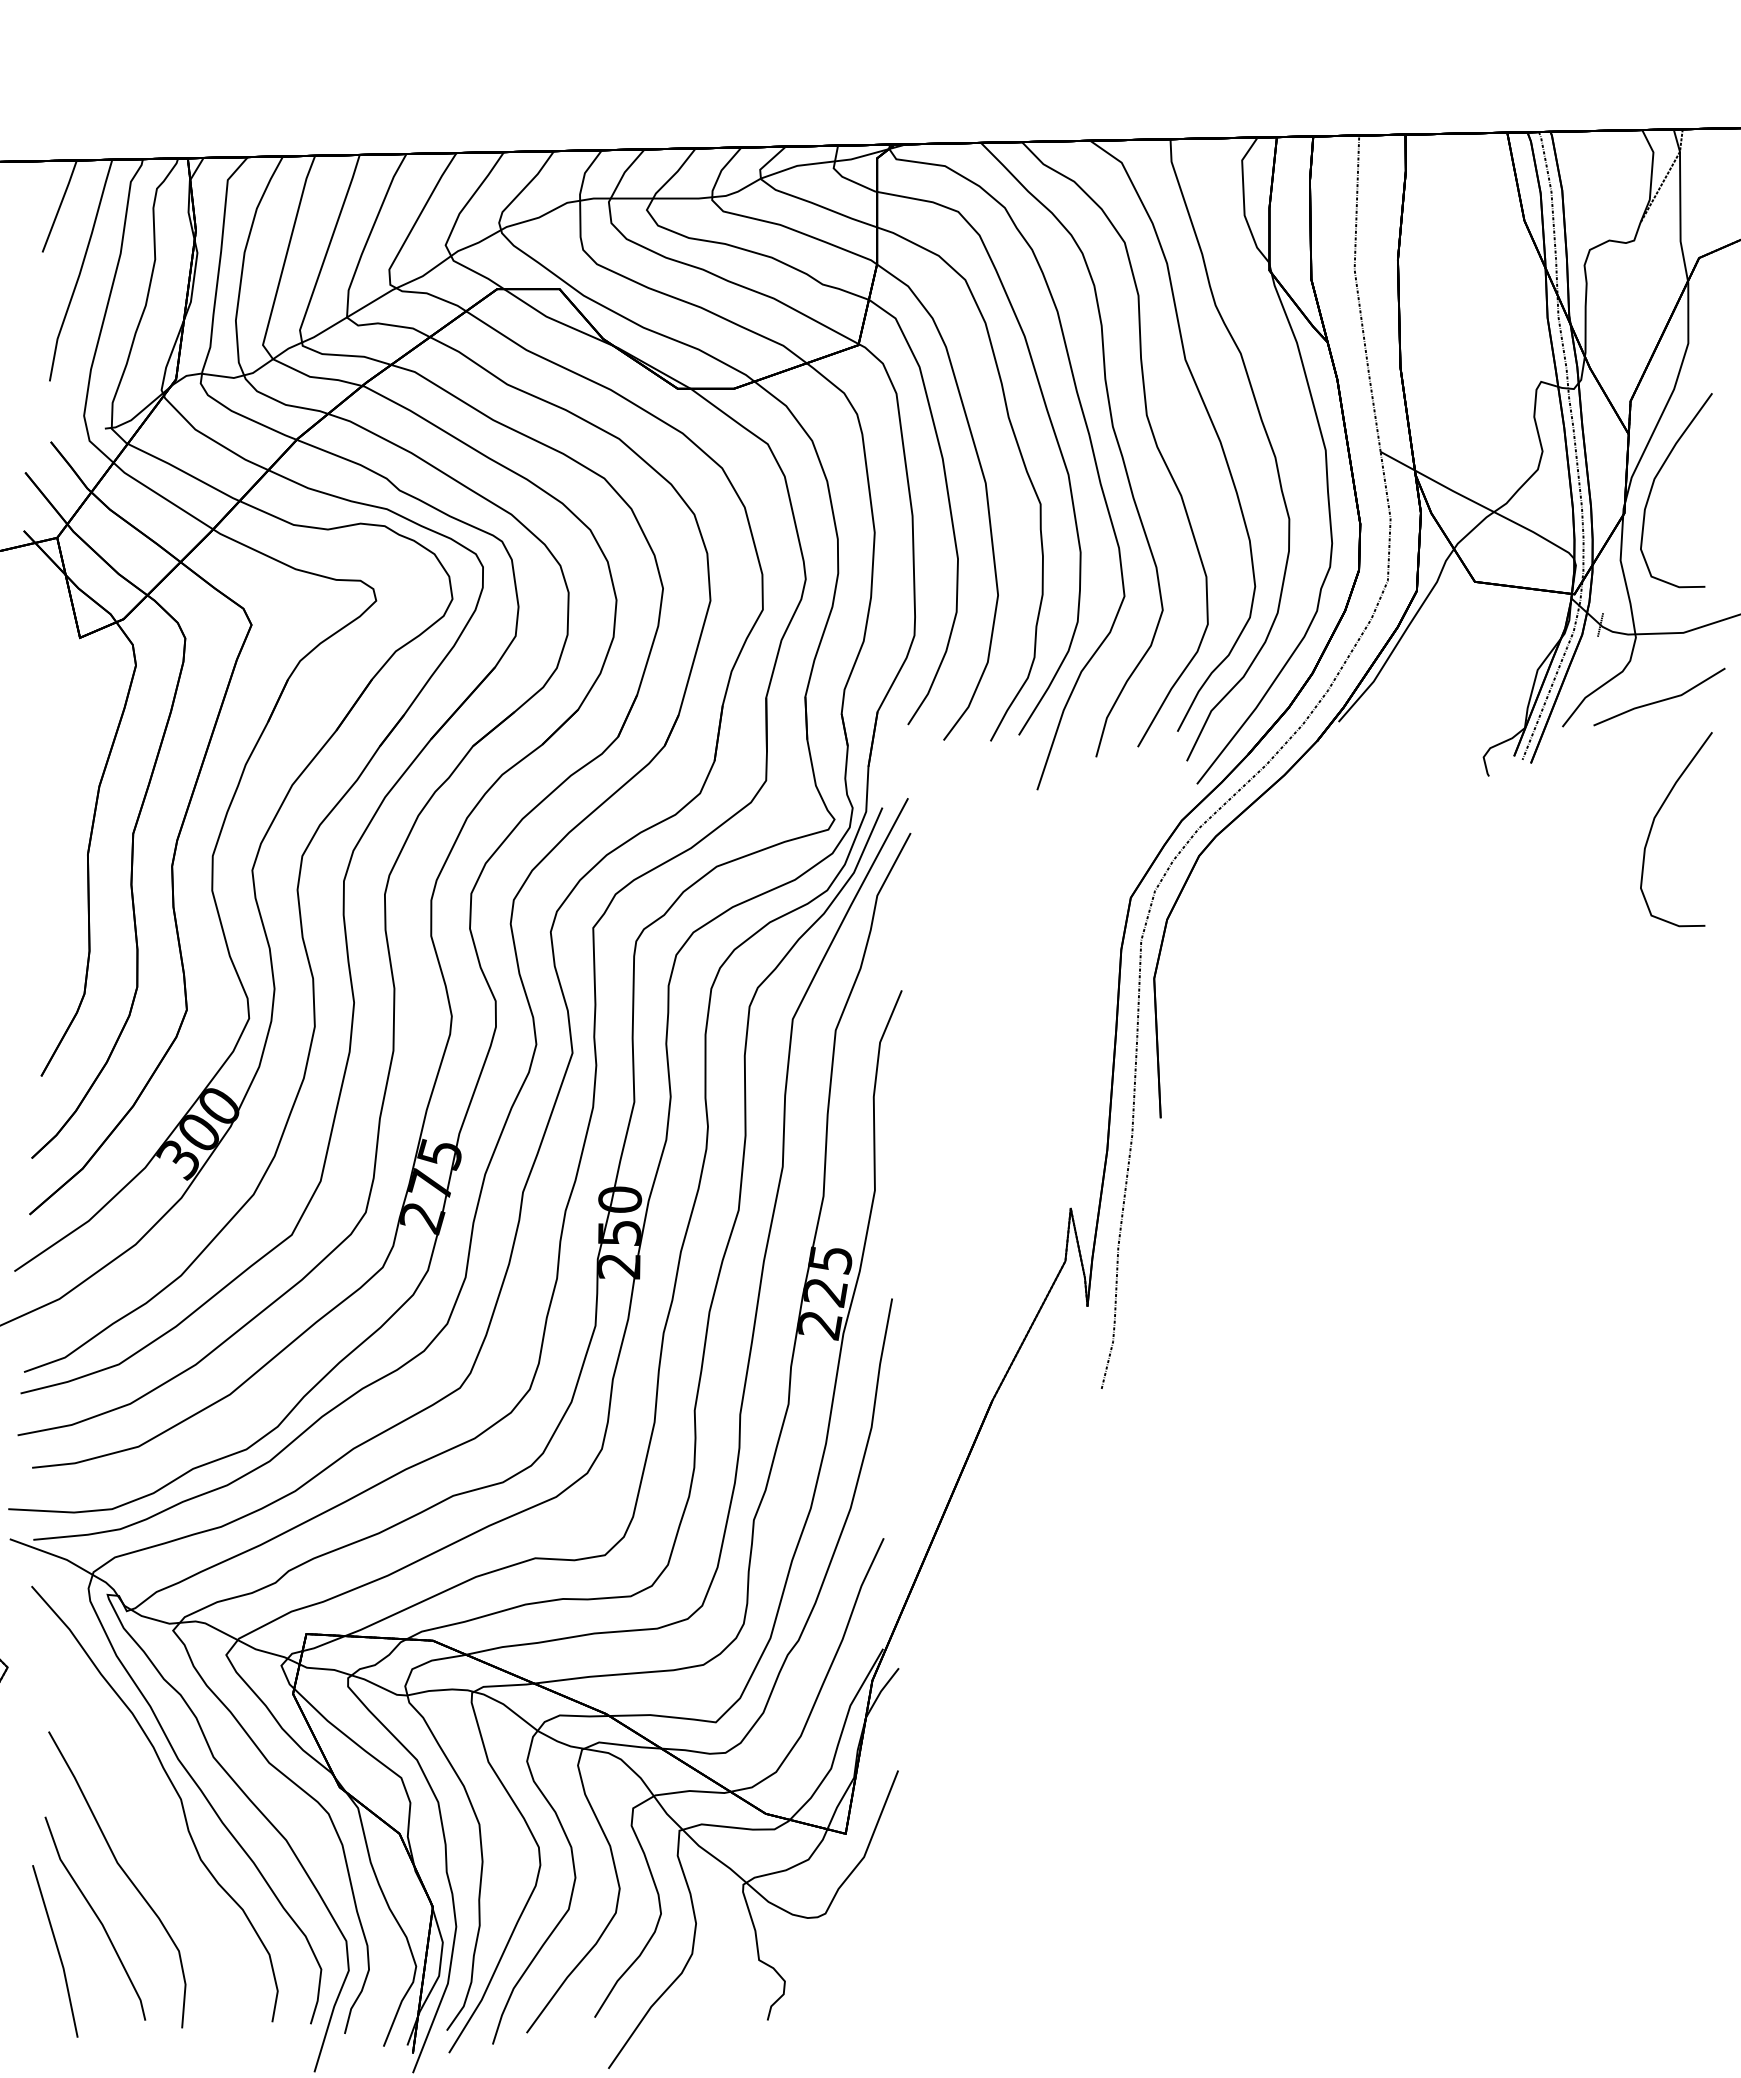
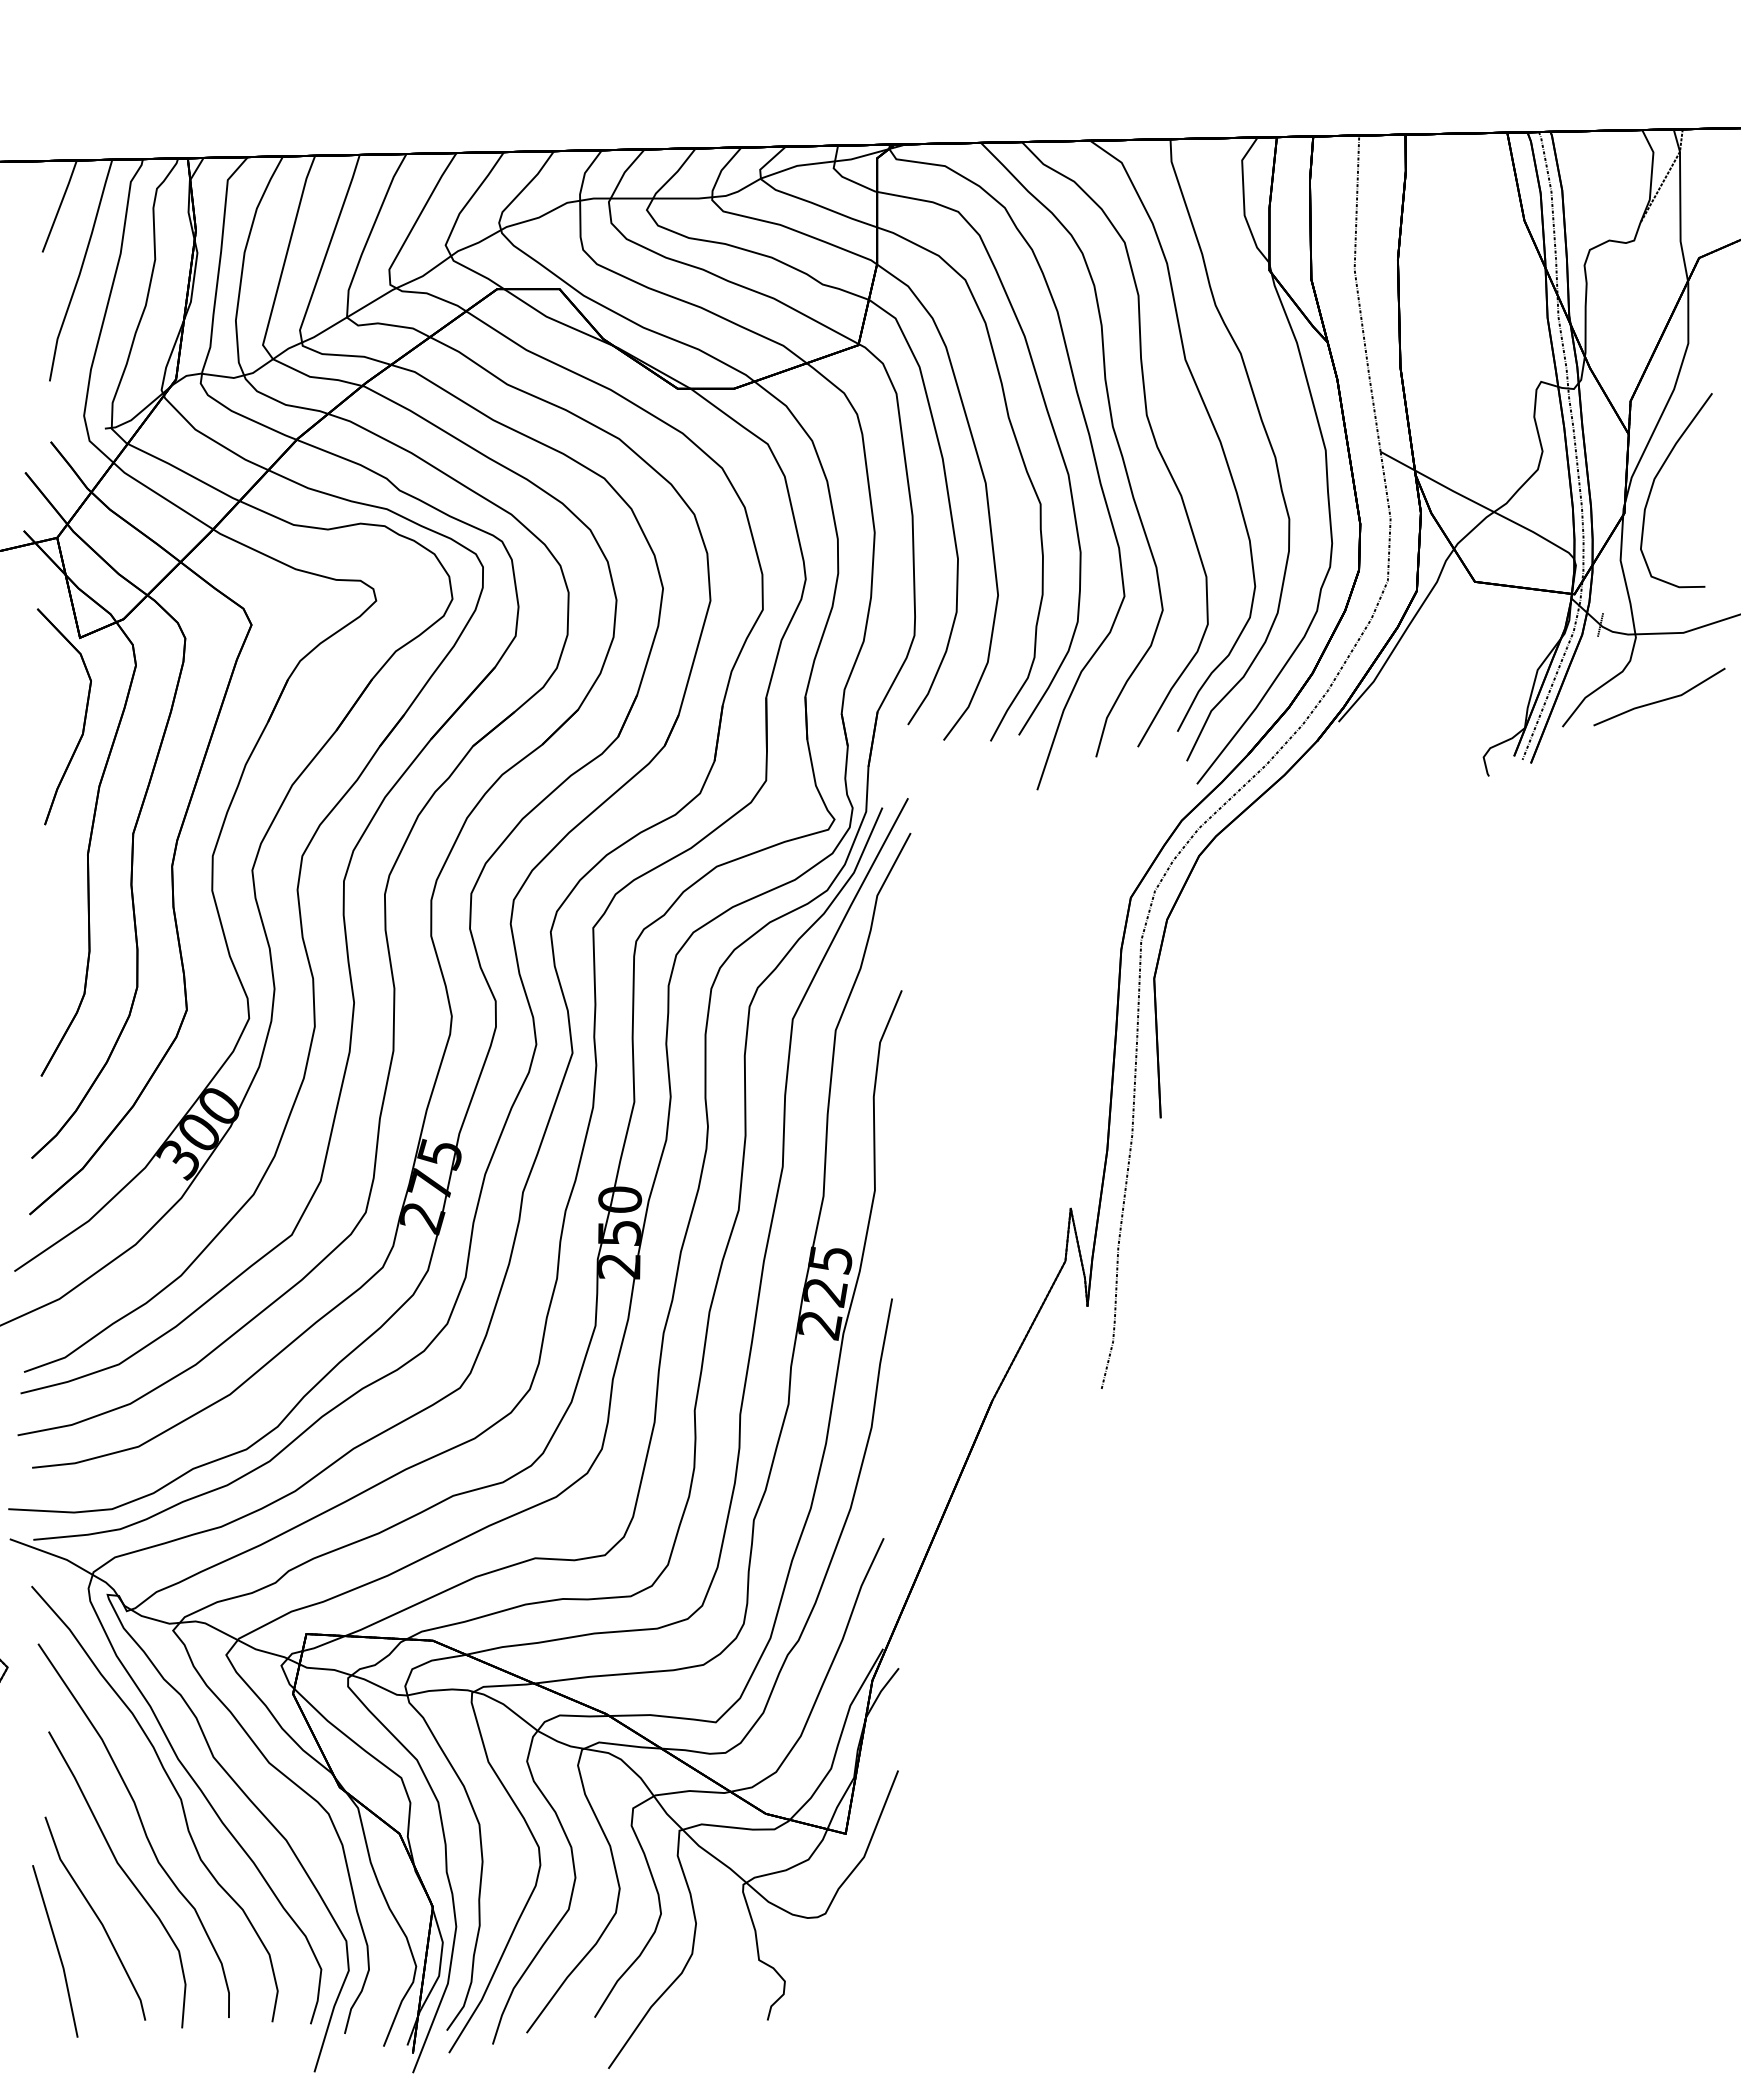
part at (83, 721): none -> present
curve at (1653, 825): present -> none
curve at (142, 1828): none -> present
